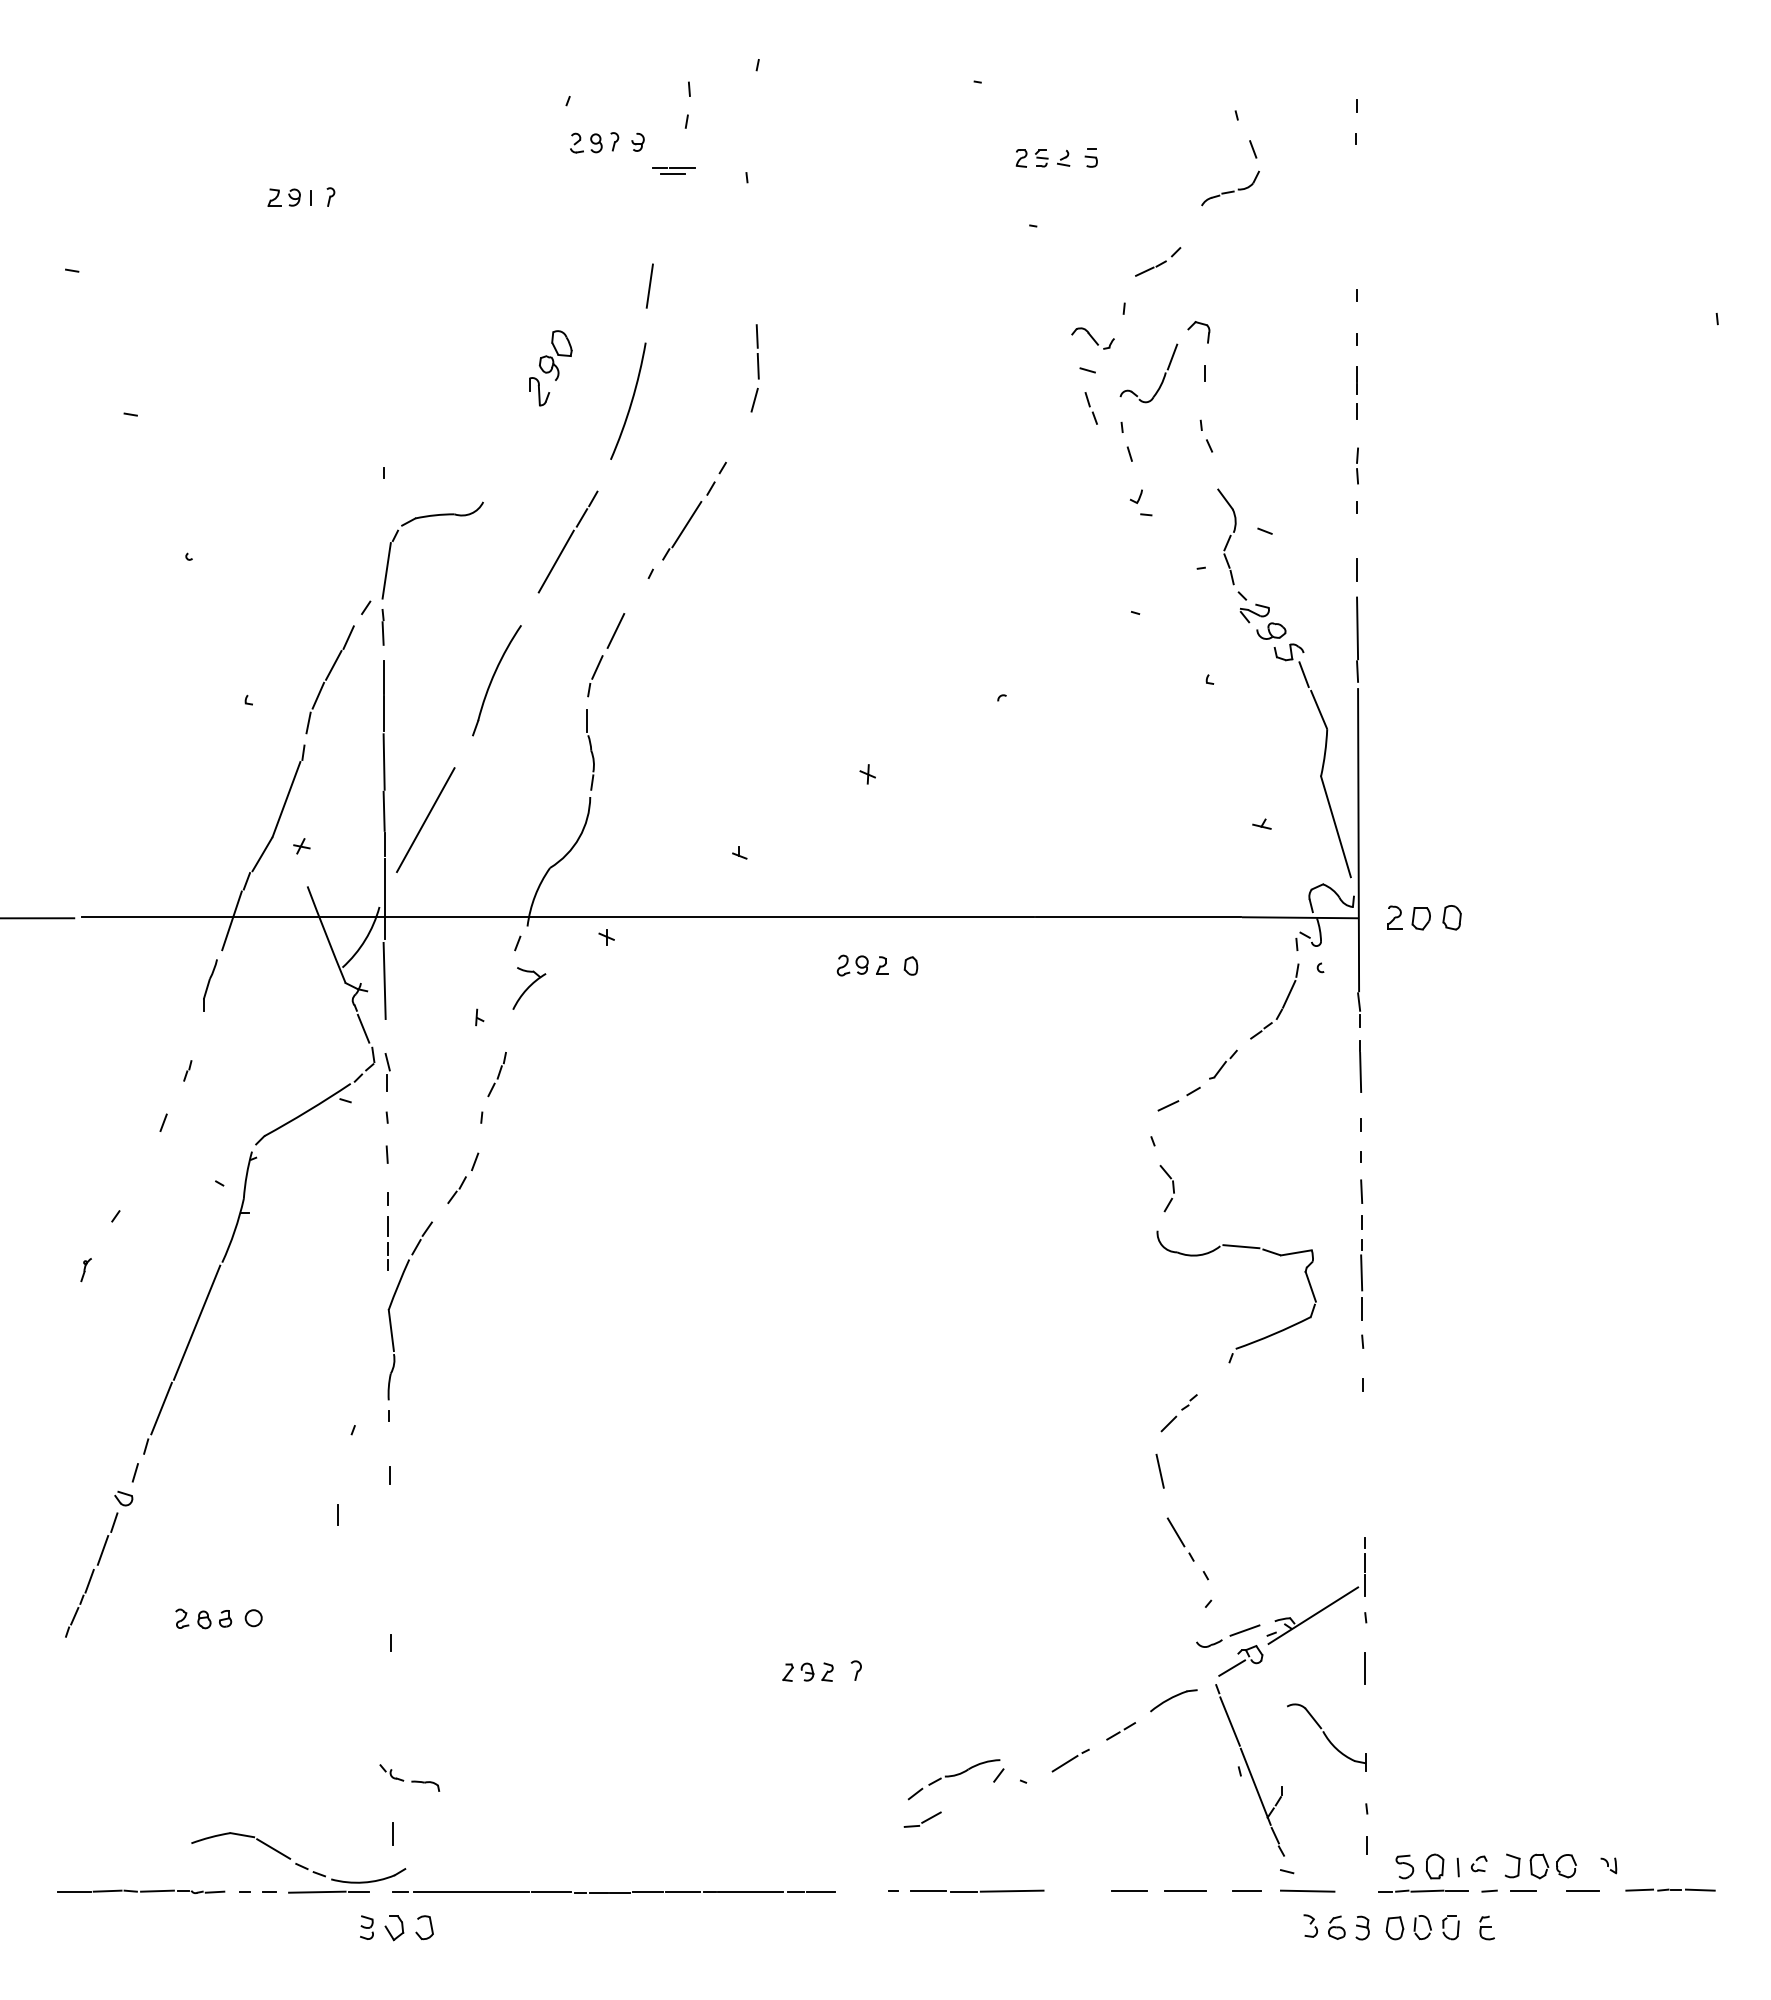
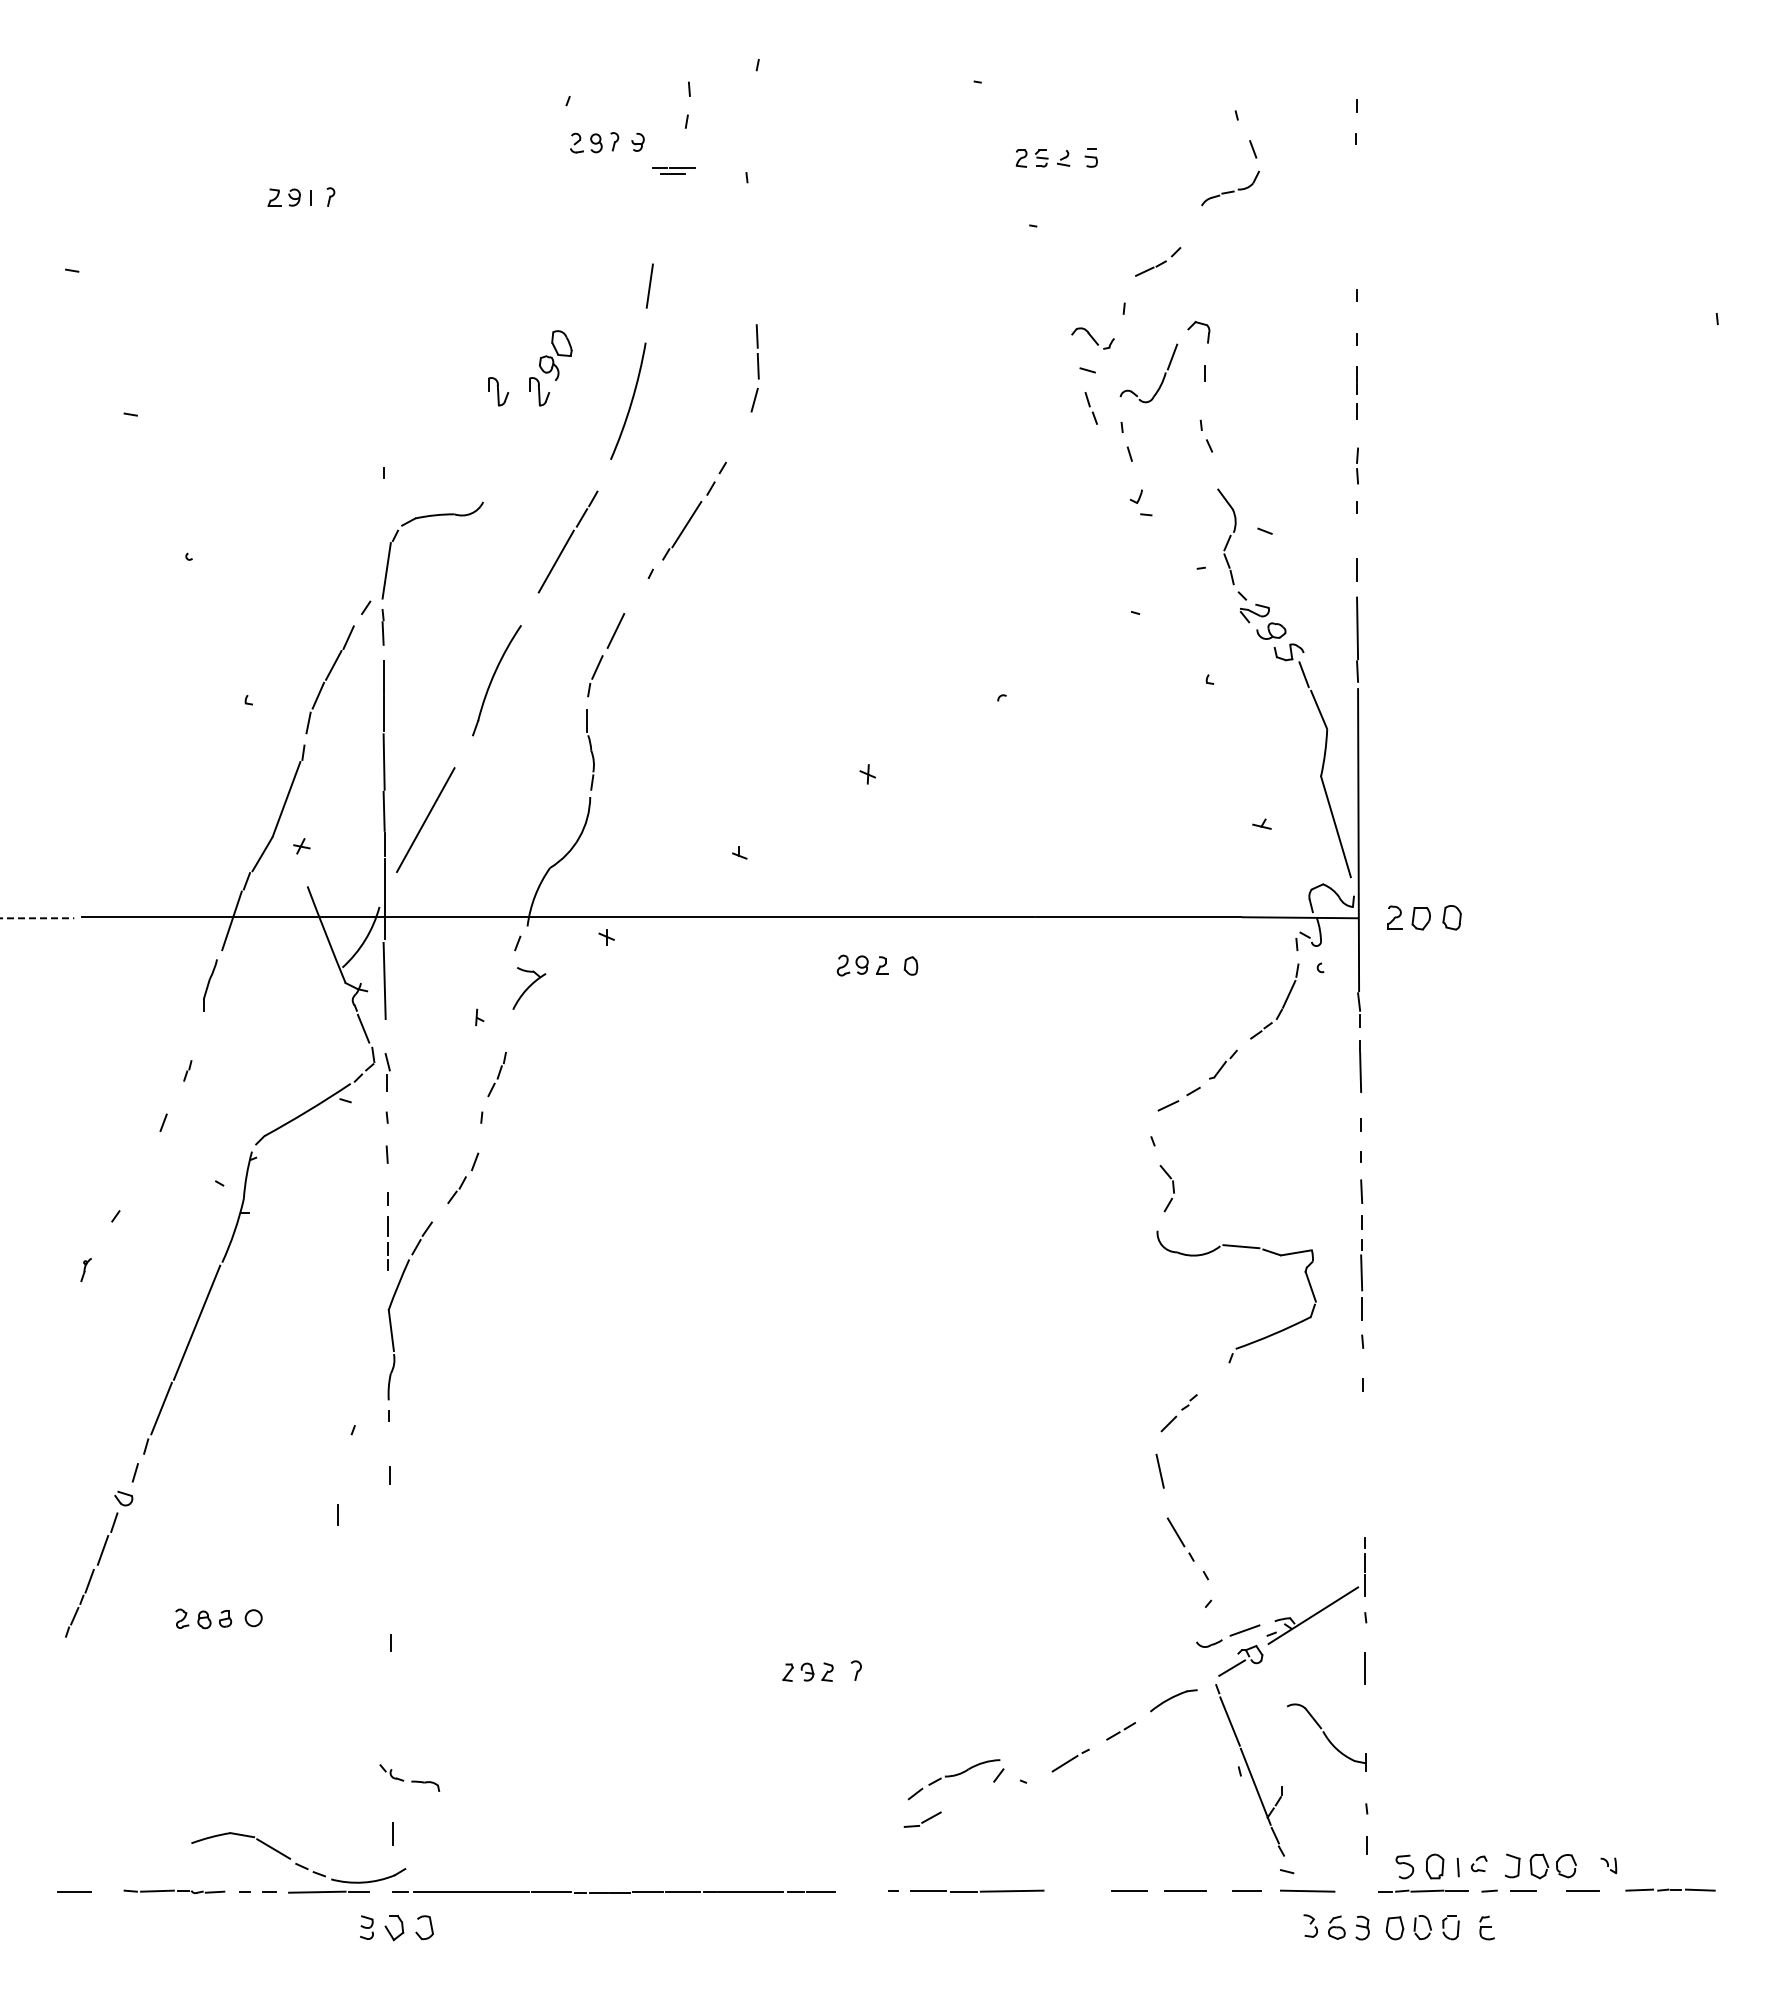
part at (498, 391): none -> present
line at (37, 918): solid -> dashed
line at (107, 1890): present -> none
